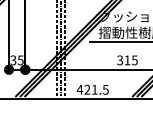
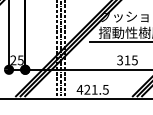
text at (13, 60): 35 -> 25
